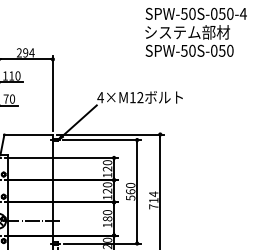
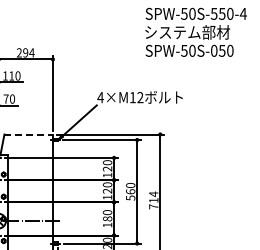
text at (213, 13): SPW-50S-050-4 -> SPW-50S-550-4
line at (29, 134): solid -> dashed
